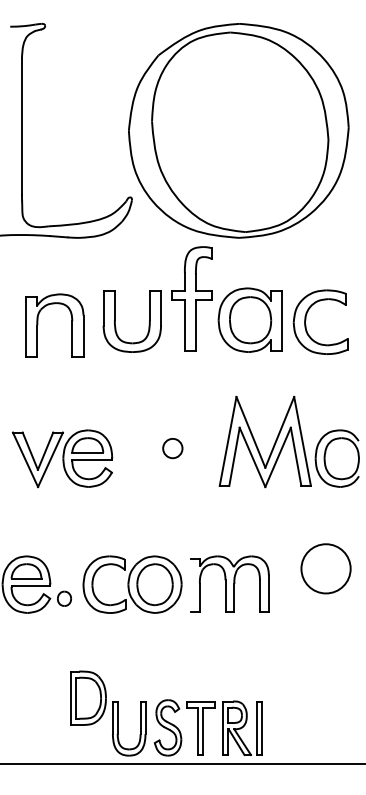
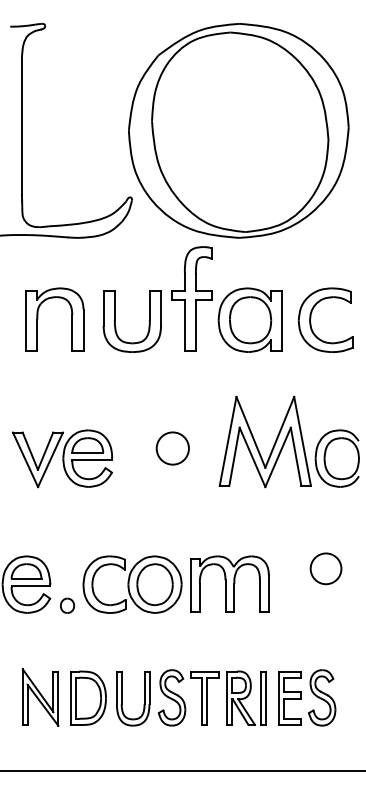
part at (306, 320) position: (306, 320) -> (311, 318)
part at (38, 325) position: (38, 325) -> (38, 319)
circle at (172, 448) diameter: 19 px -> 32 px
circle at (325, 568) diameter: 49 px -> 31 px
line at (191, 584): none -> present
part at (64, 598) position: (64, 598) -> (67, 605)
part at (40, 697): none -> present
part at (307, 697): none -> present
part at (180, 730) position: (180, 730) -> (184, 700)
line at (182, 764) position: (182, 764) -> (182, 771)
